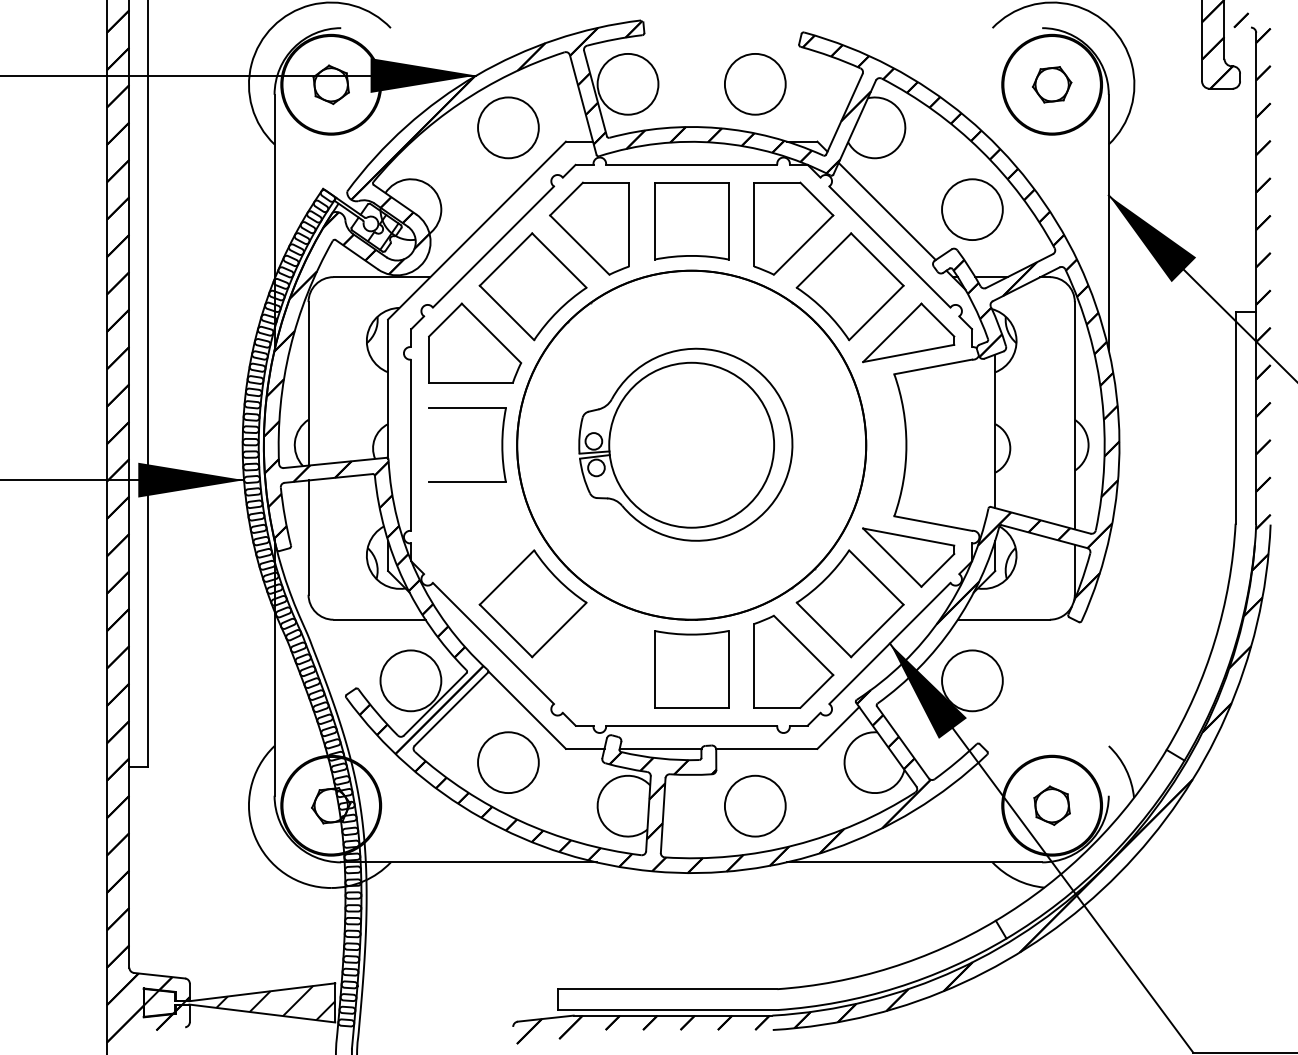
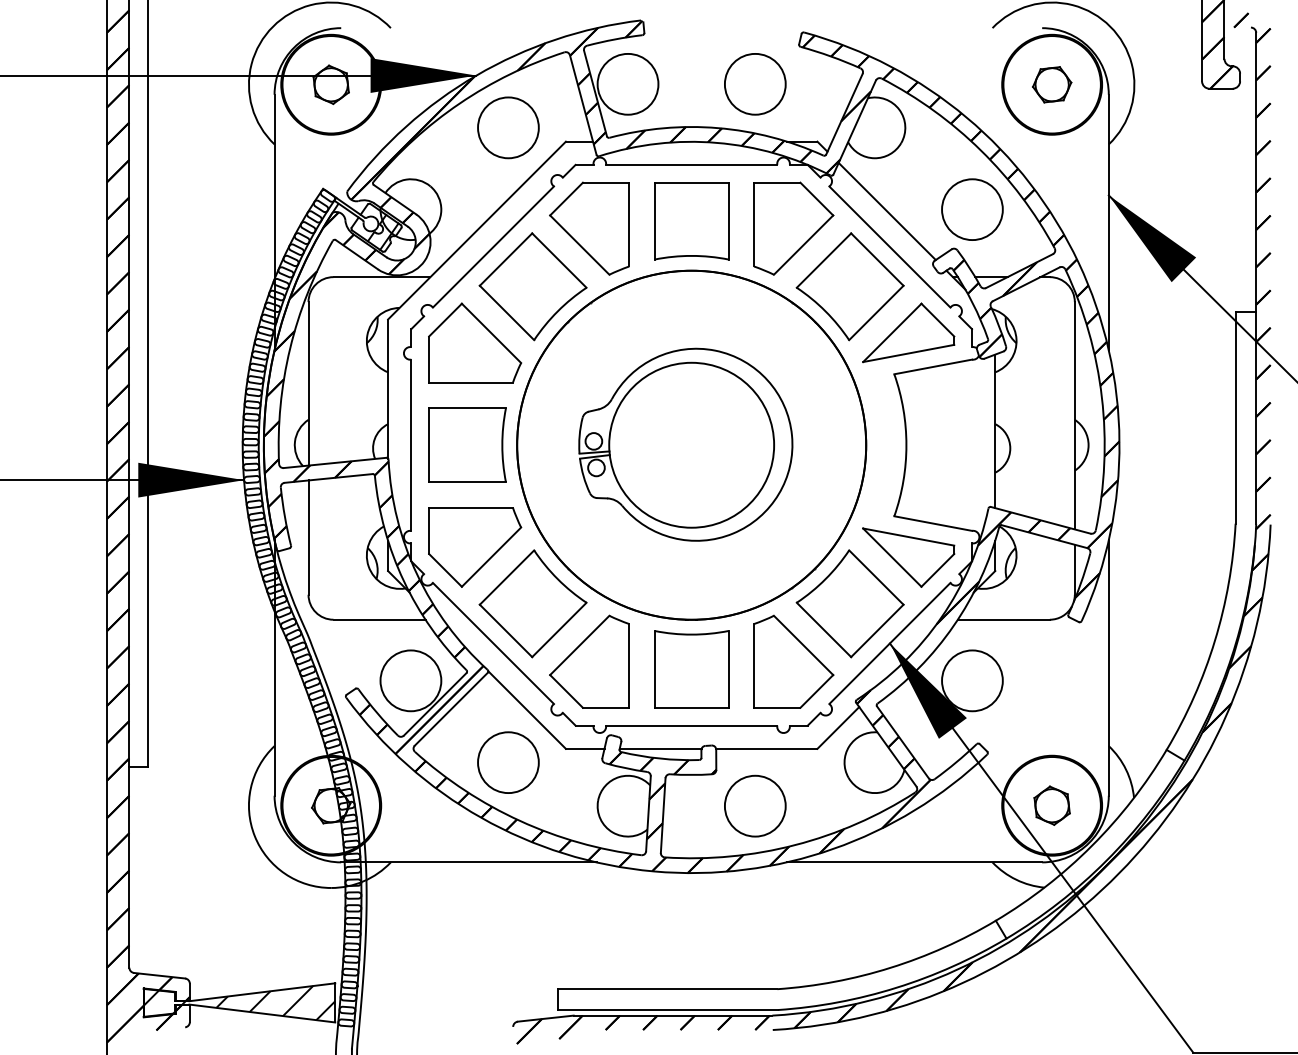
line at (429, 445): none -> present
part at (475, 547): none -> present
part at (589, 661): none -> present
line at (1108, 667): none -> present
